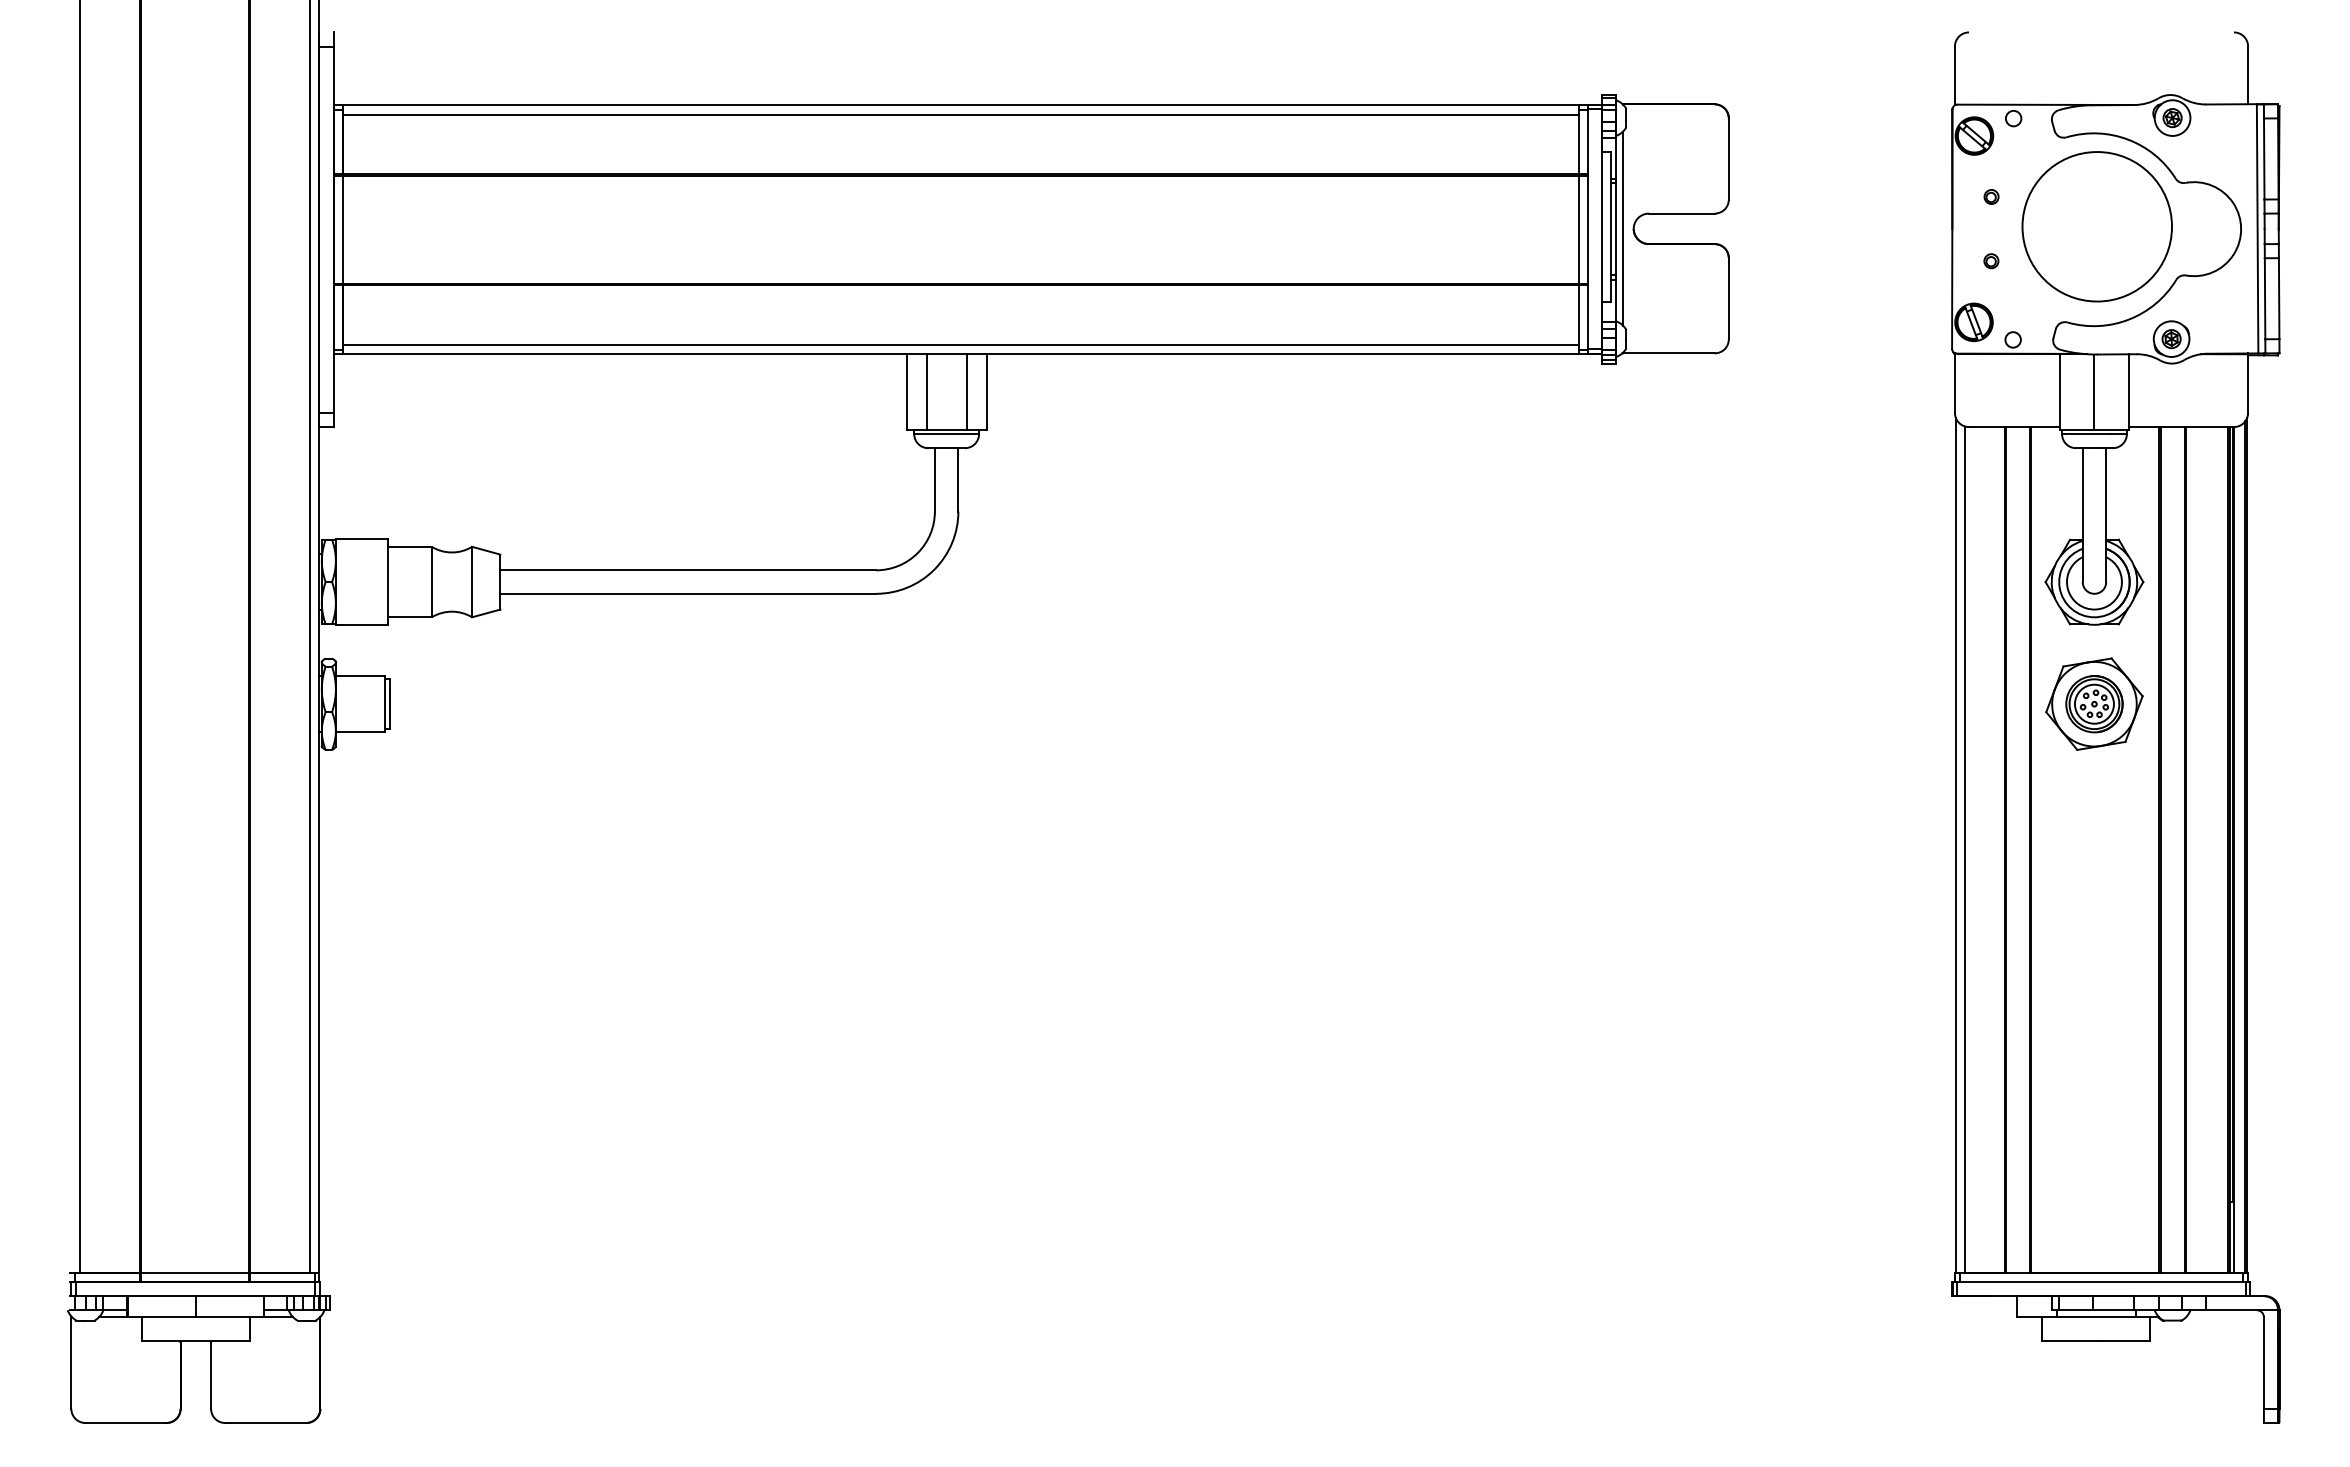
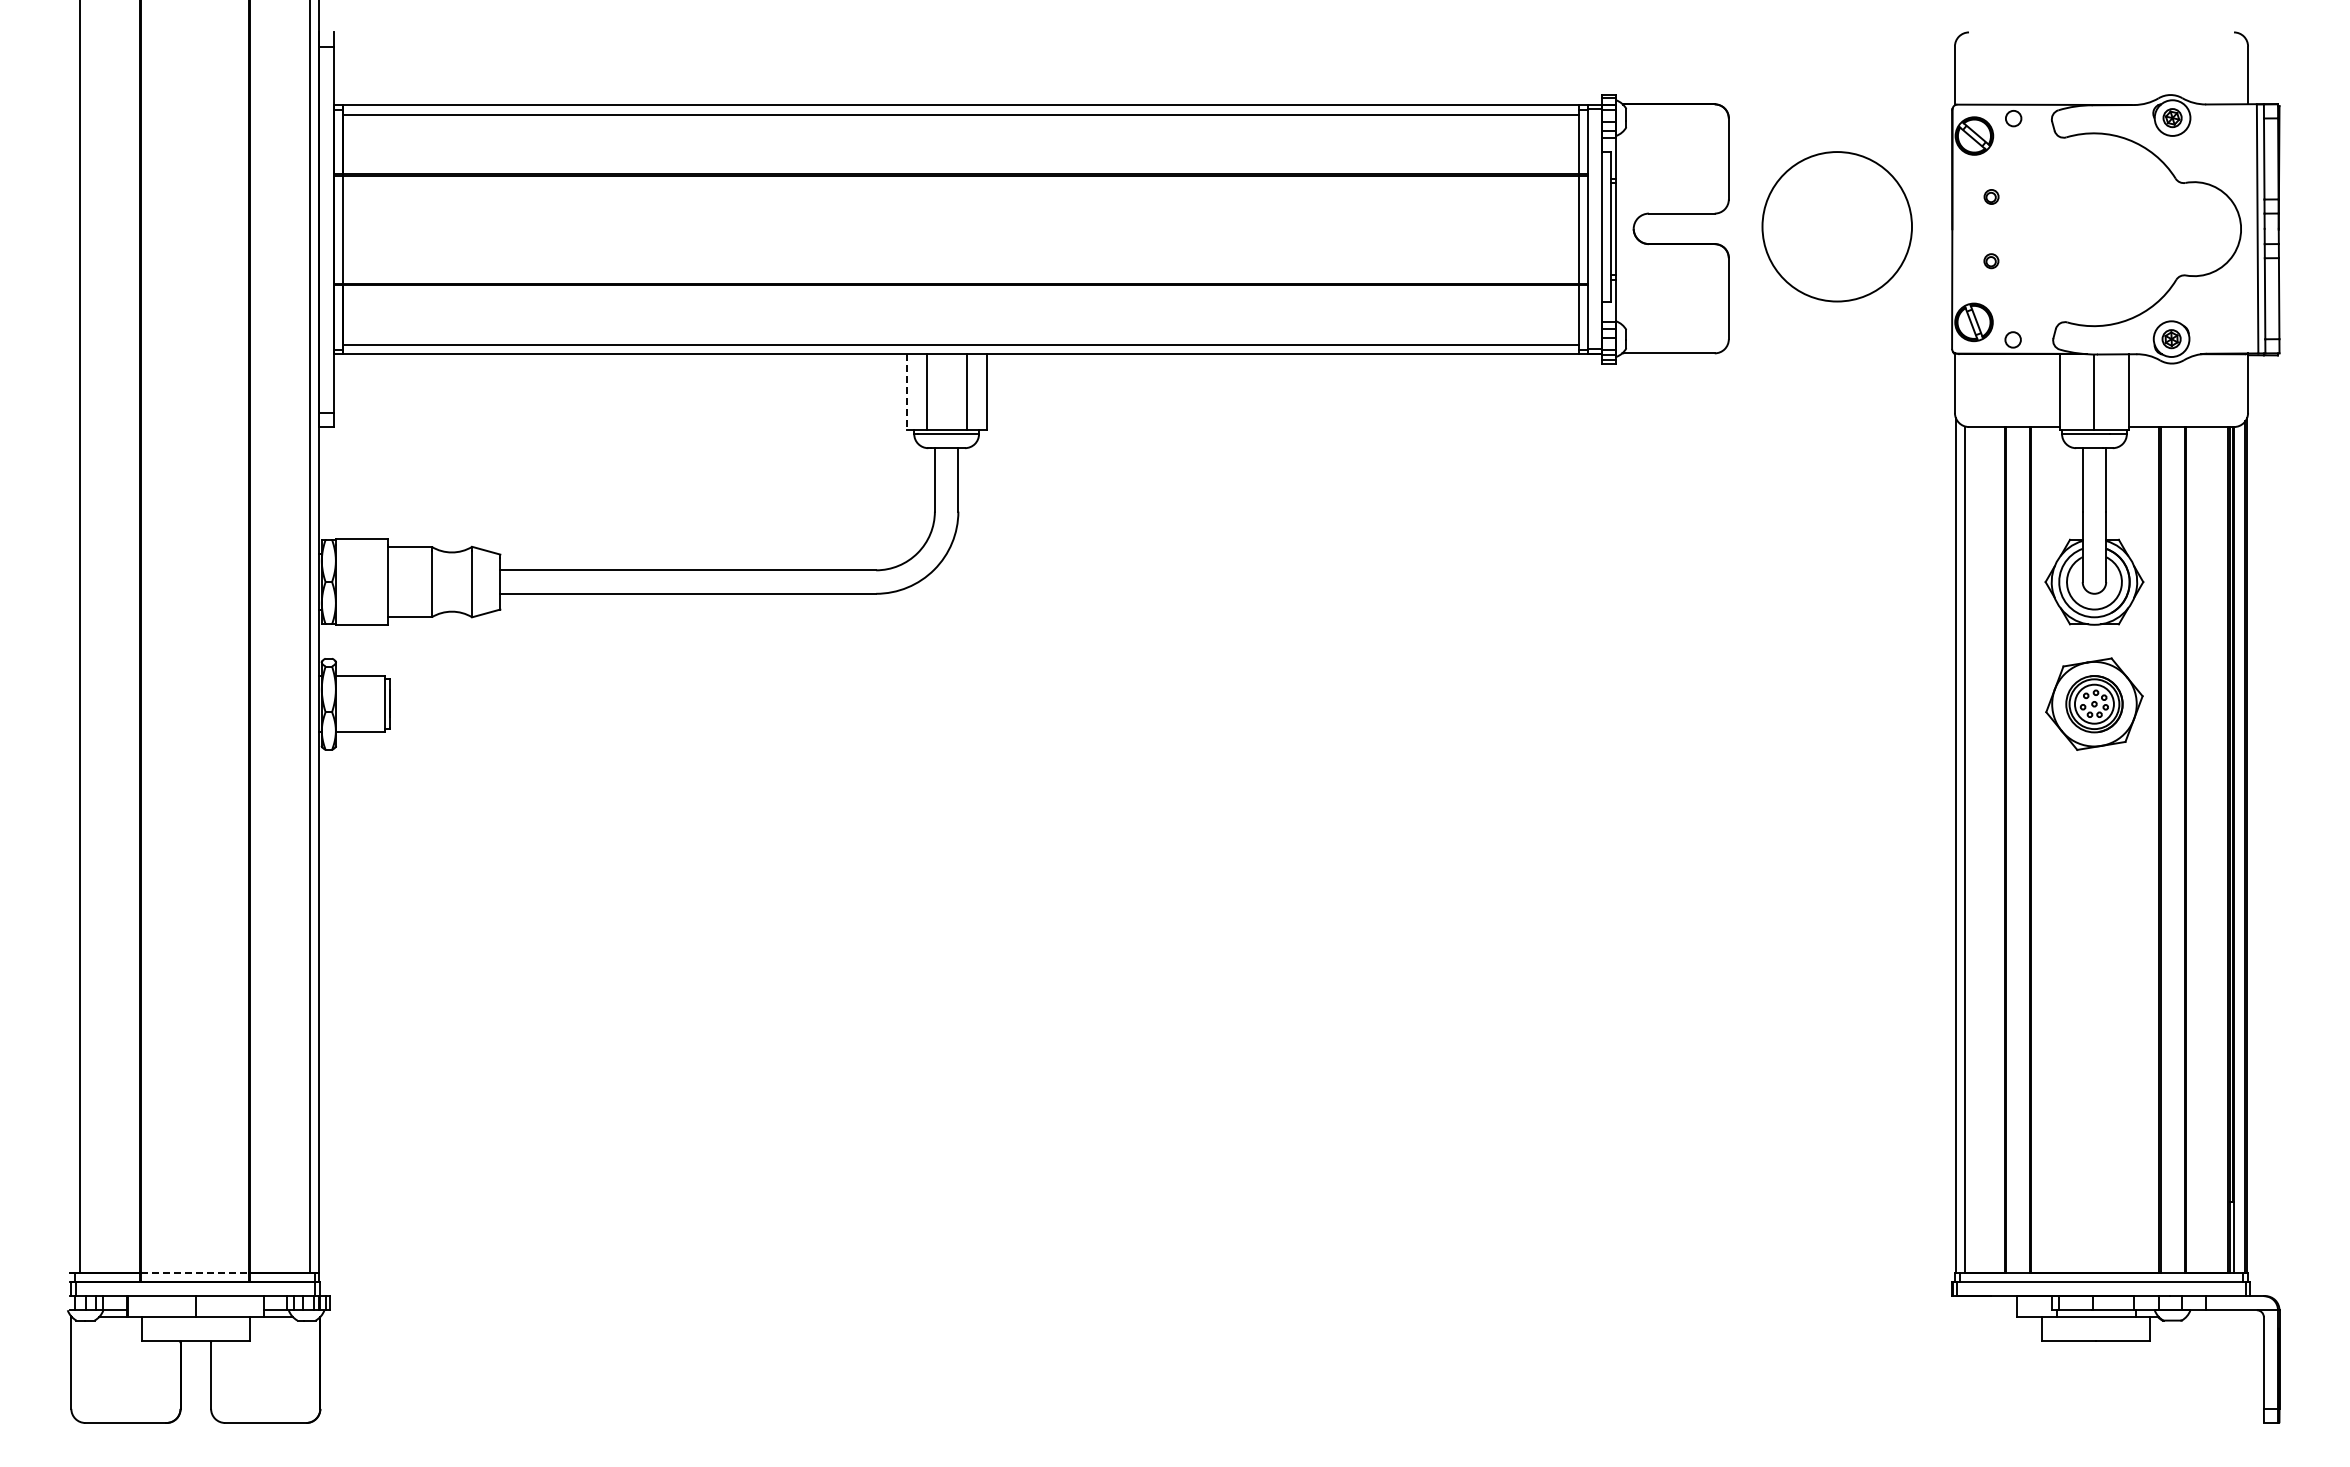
circle at (2096, 226) position: (2096, 226) -> (1836, 226)
line at (1623, 228): present -> none
line at (906, 392): solid -> dashed
line at (195, 1272): solid -> dashed
